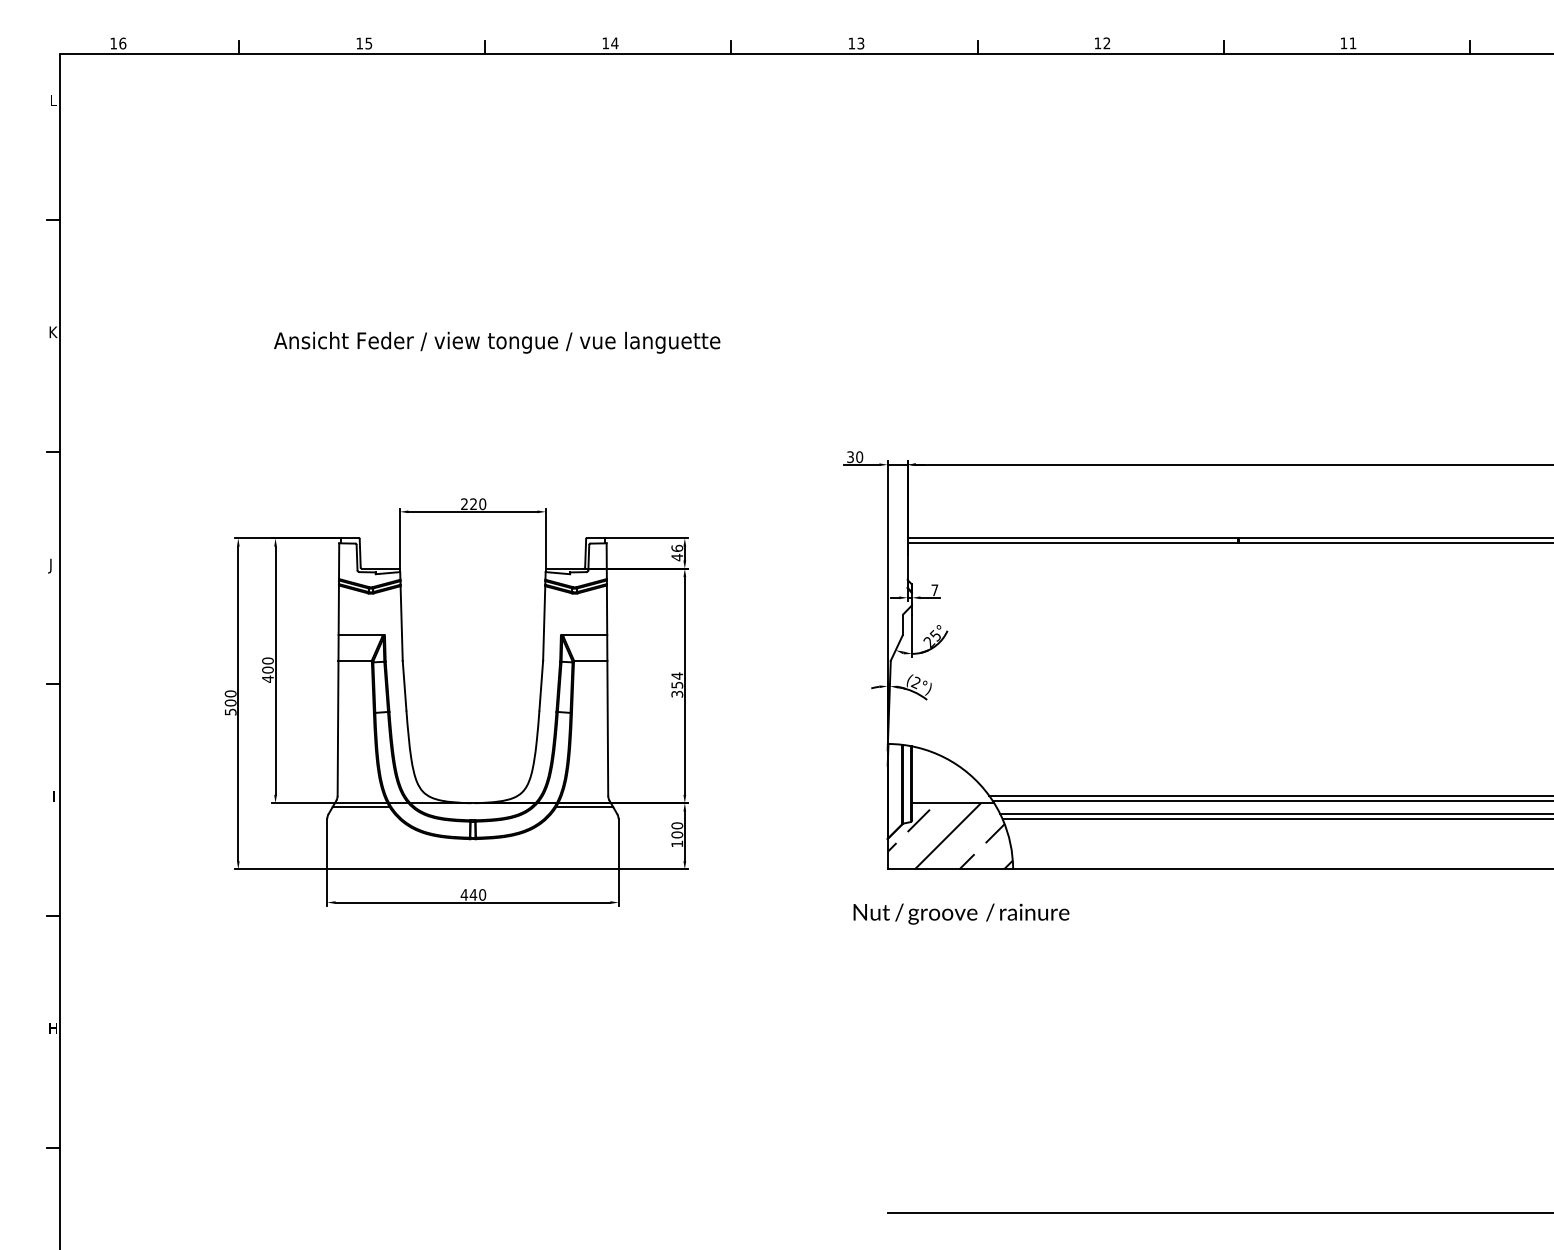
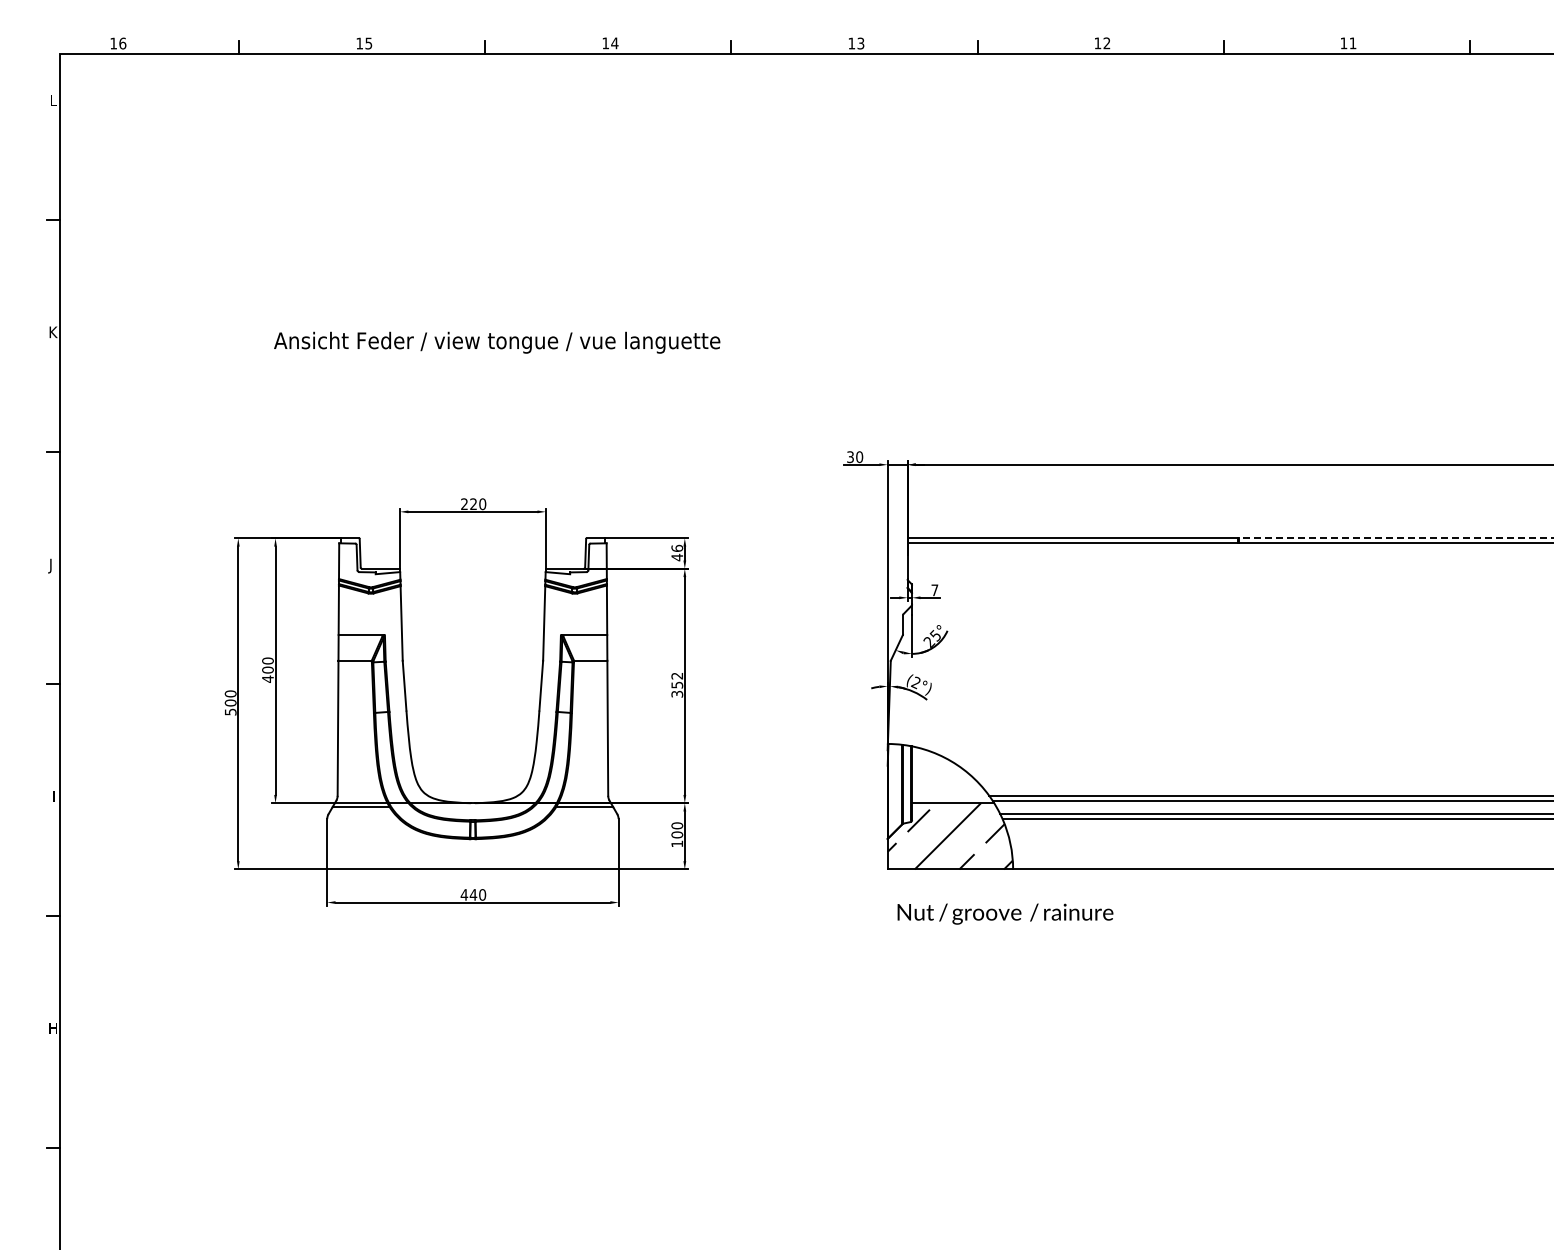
line at (1395, 538): solid -> dashed
text at (677, 675): 354 -> 352
text at (961, 913) position: (961, 913) -> (1005, 913)
line at (1218, 1212): present -> none
